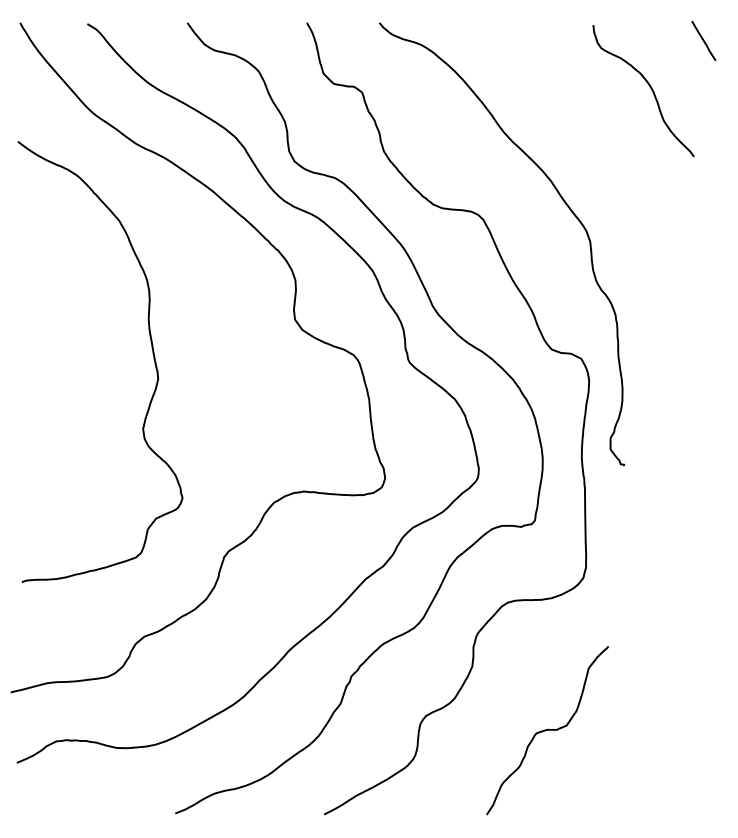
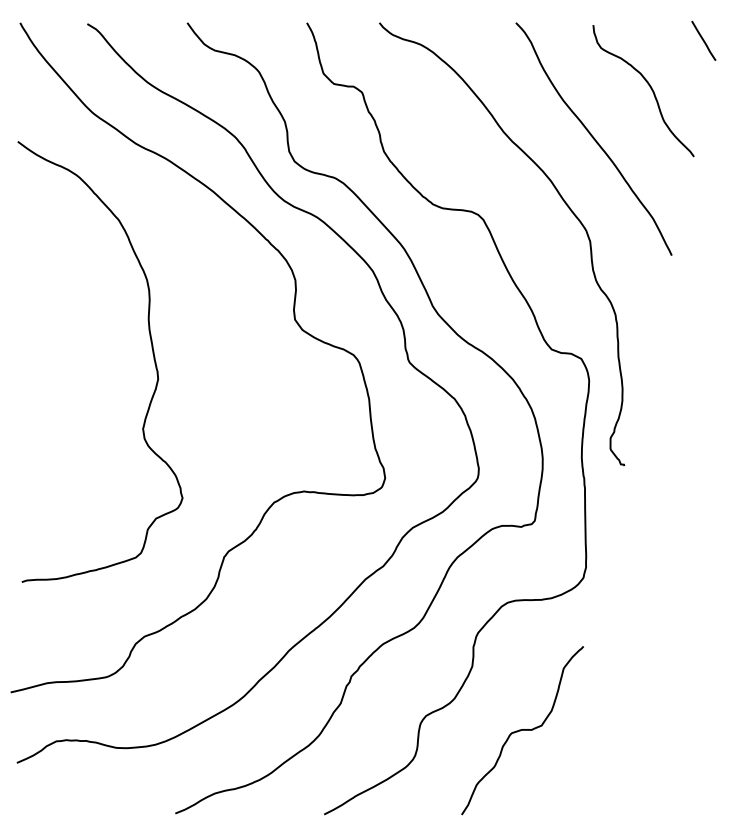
curve at (593, 138): none -> present
curve at (547, 730) position: (547, 730) -> (522, 730)
